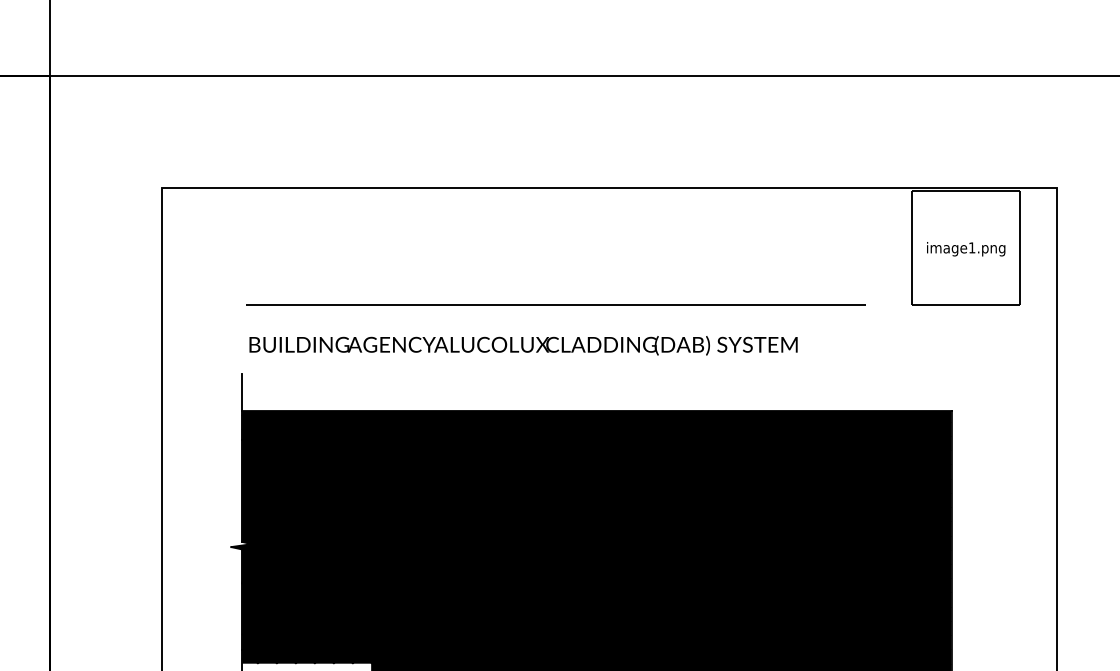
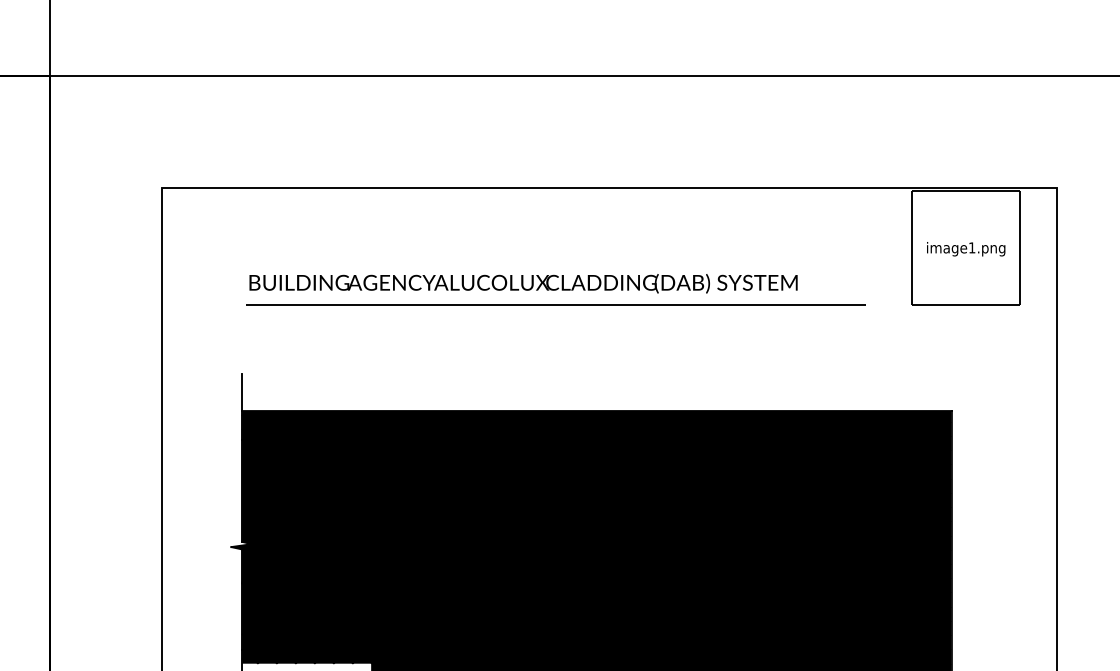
text at (523, 345) position: (523, 345) -> (523, 283)
